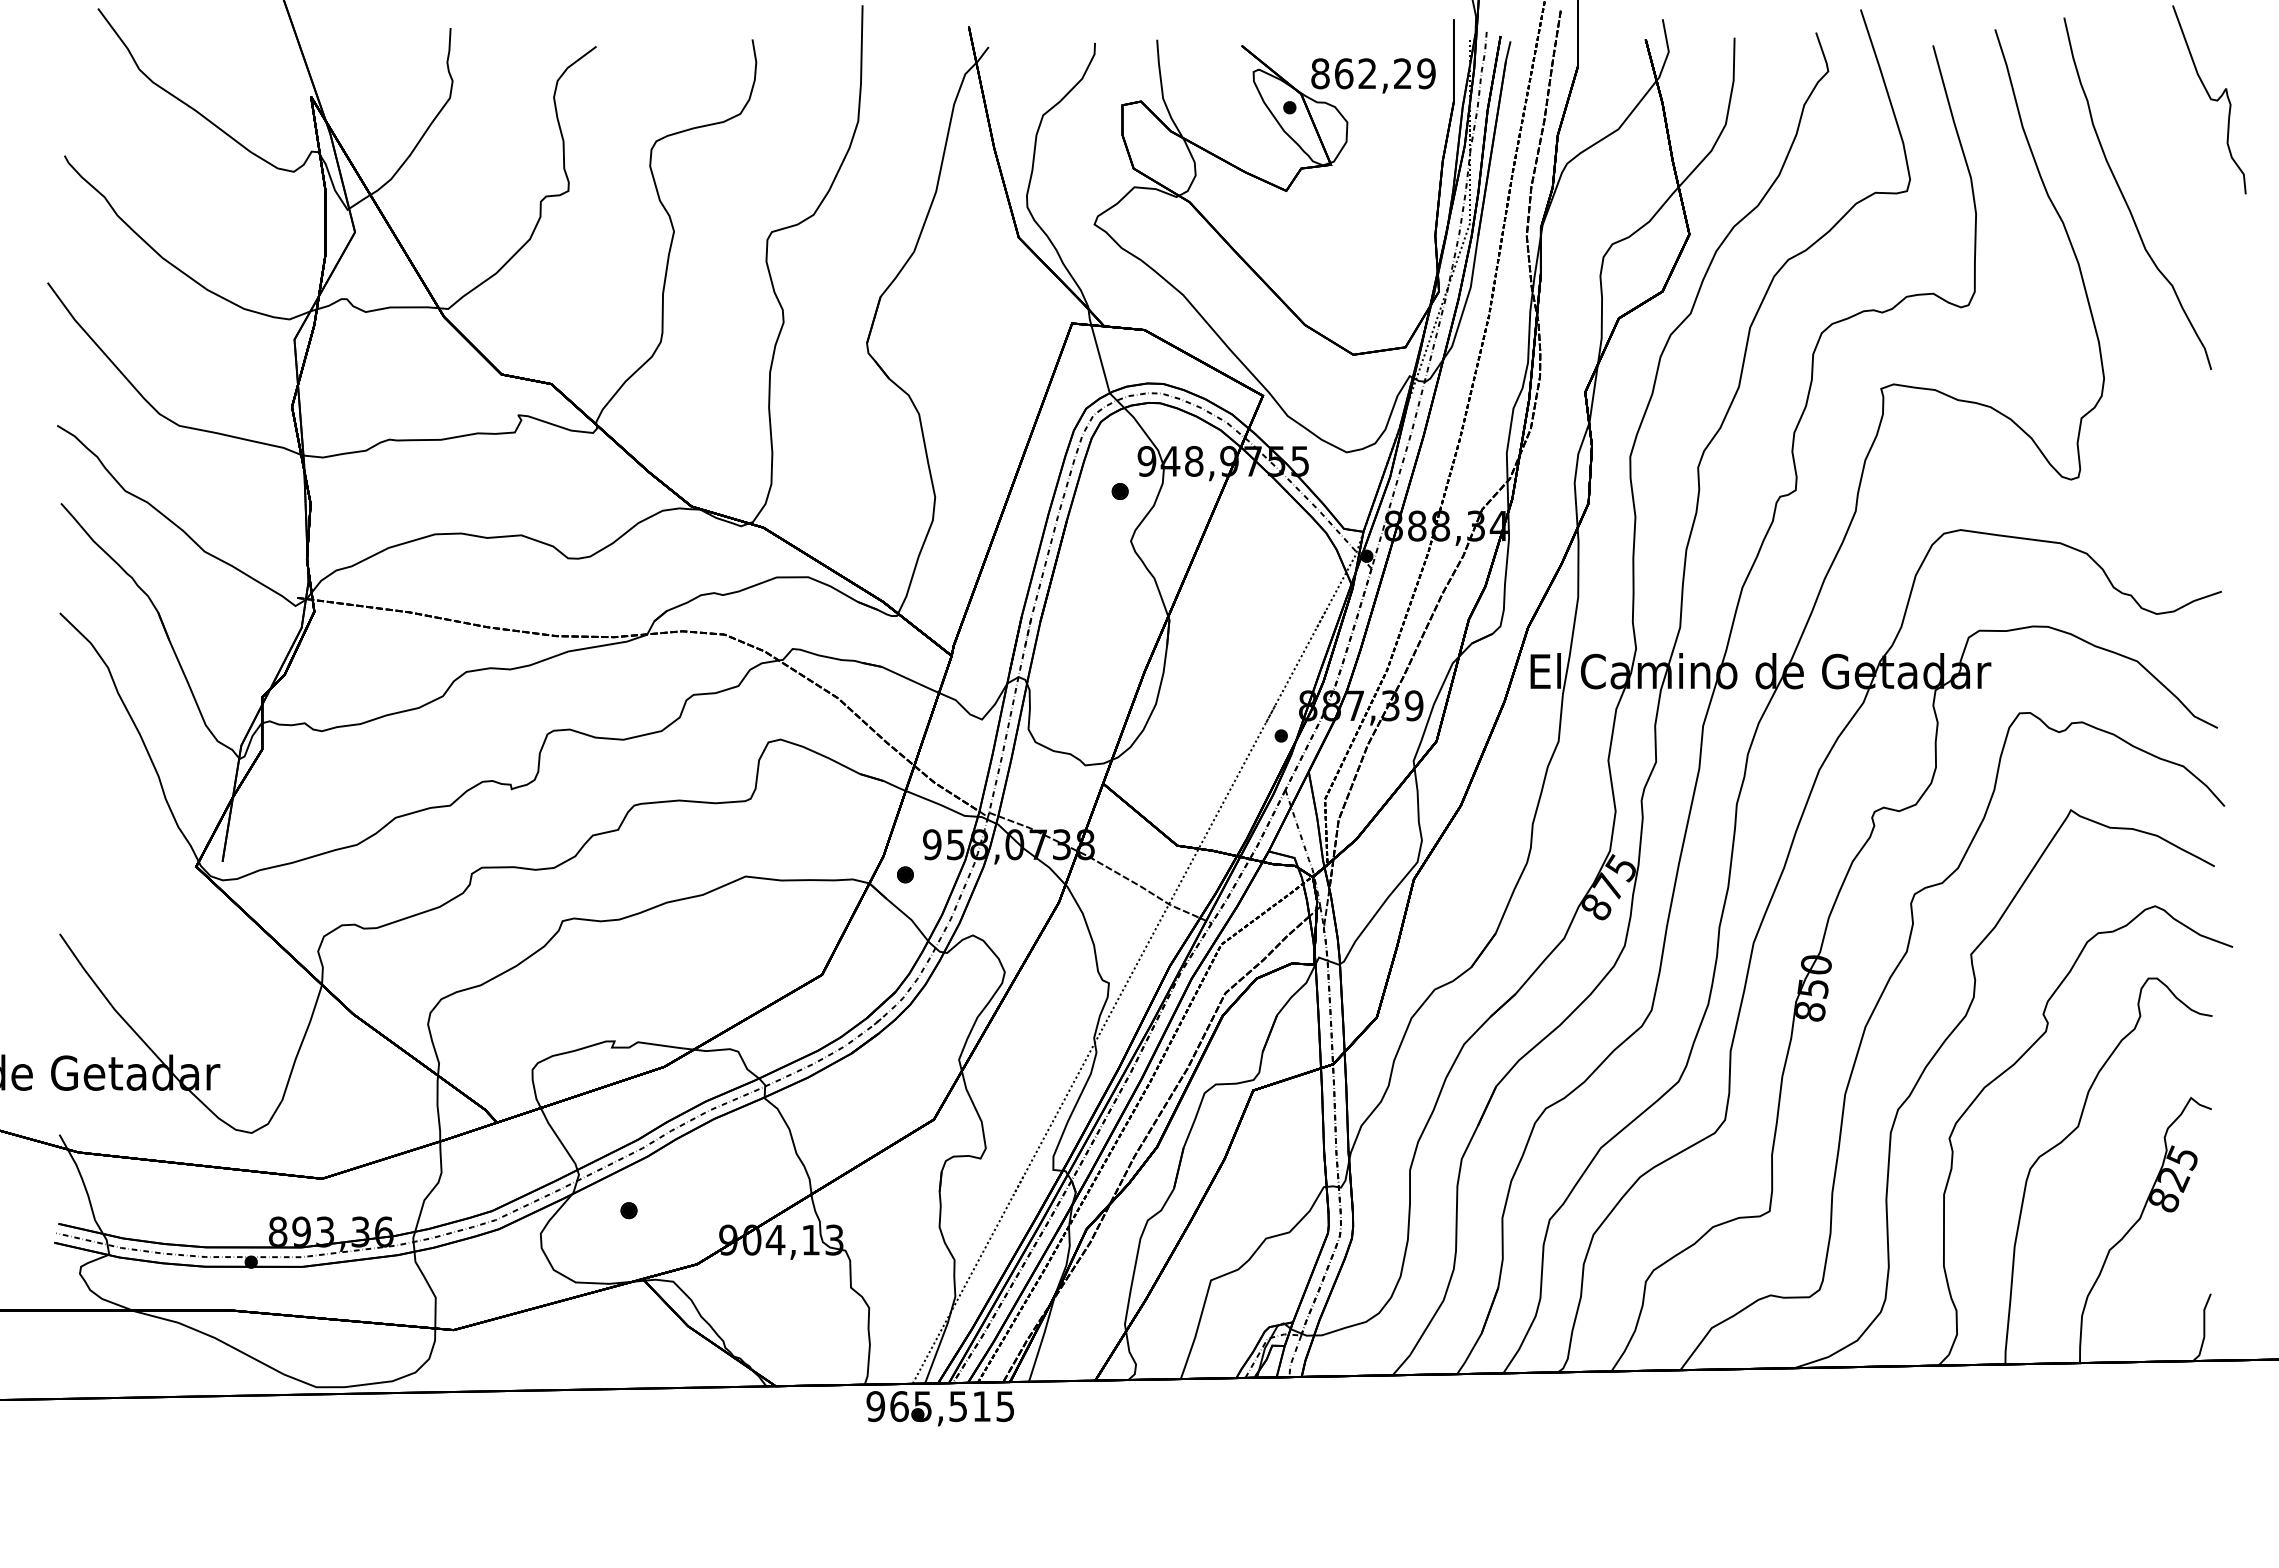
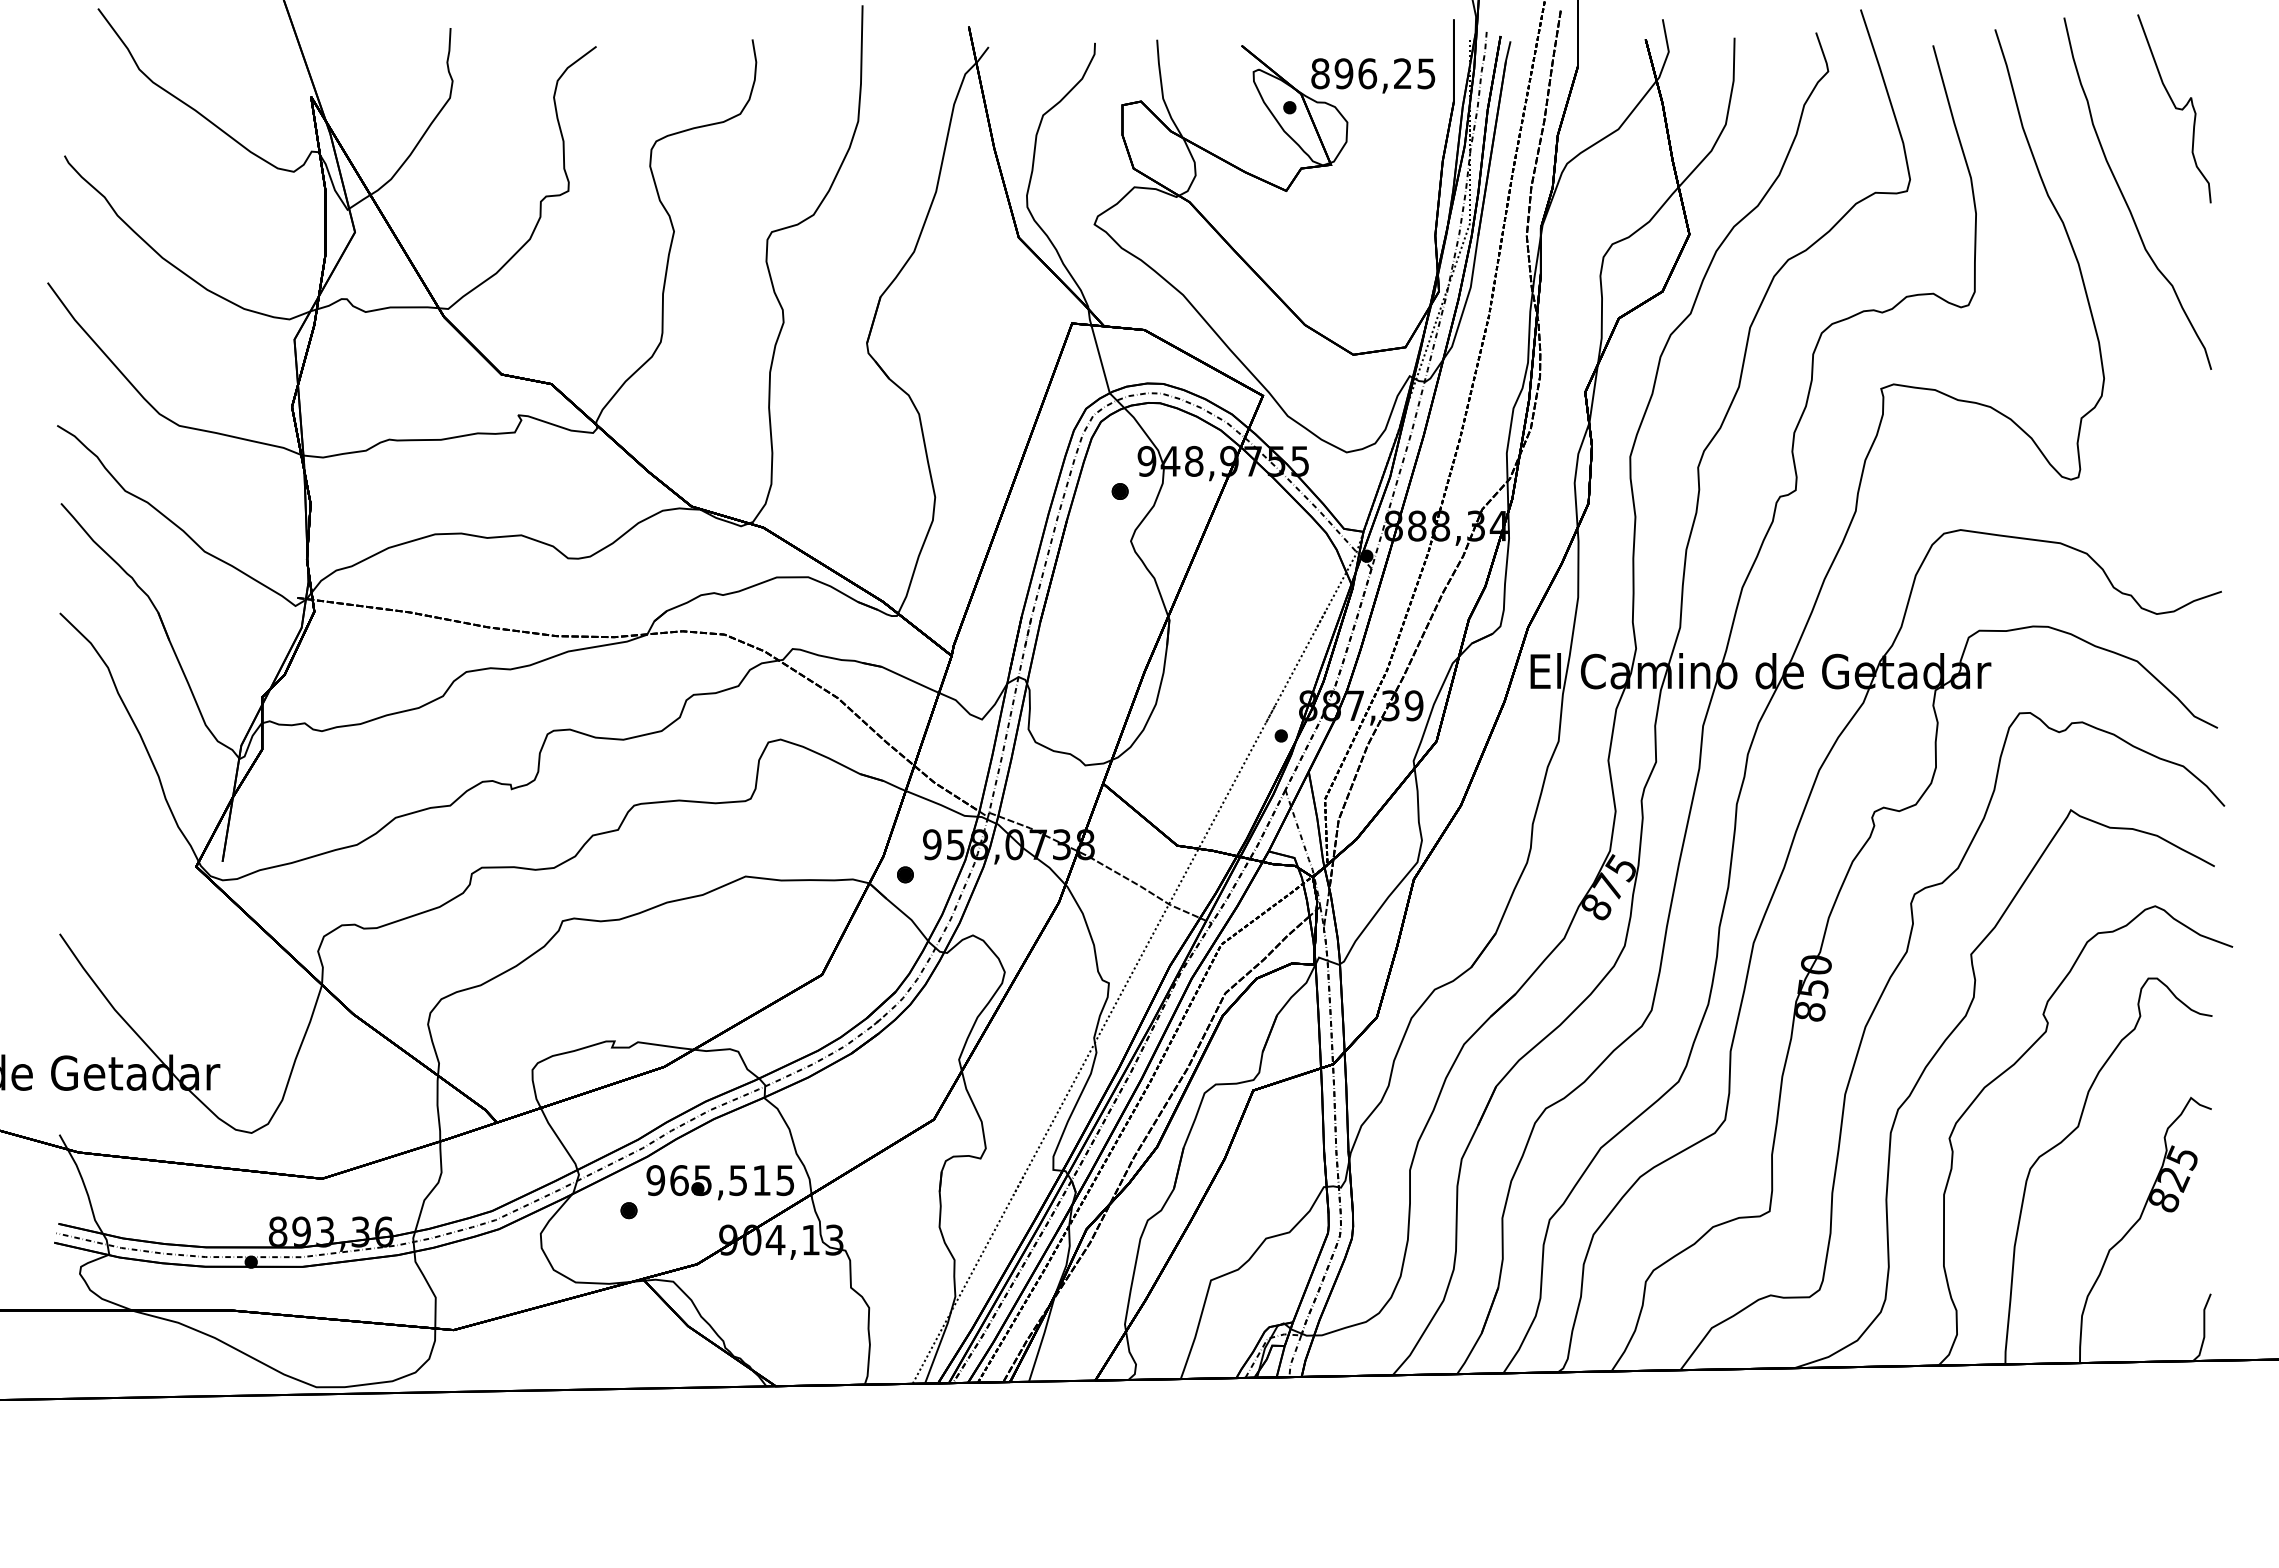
text at (1384, 73): 862,29 -> 896,25
curve at (2209, 98) position: (2209, 98) -> (2174, 107)
text at (939, 1408) position: (939, 1408) -> (719, 1182)
